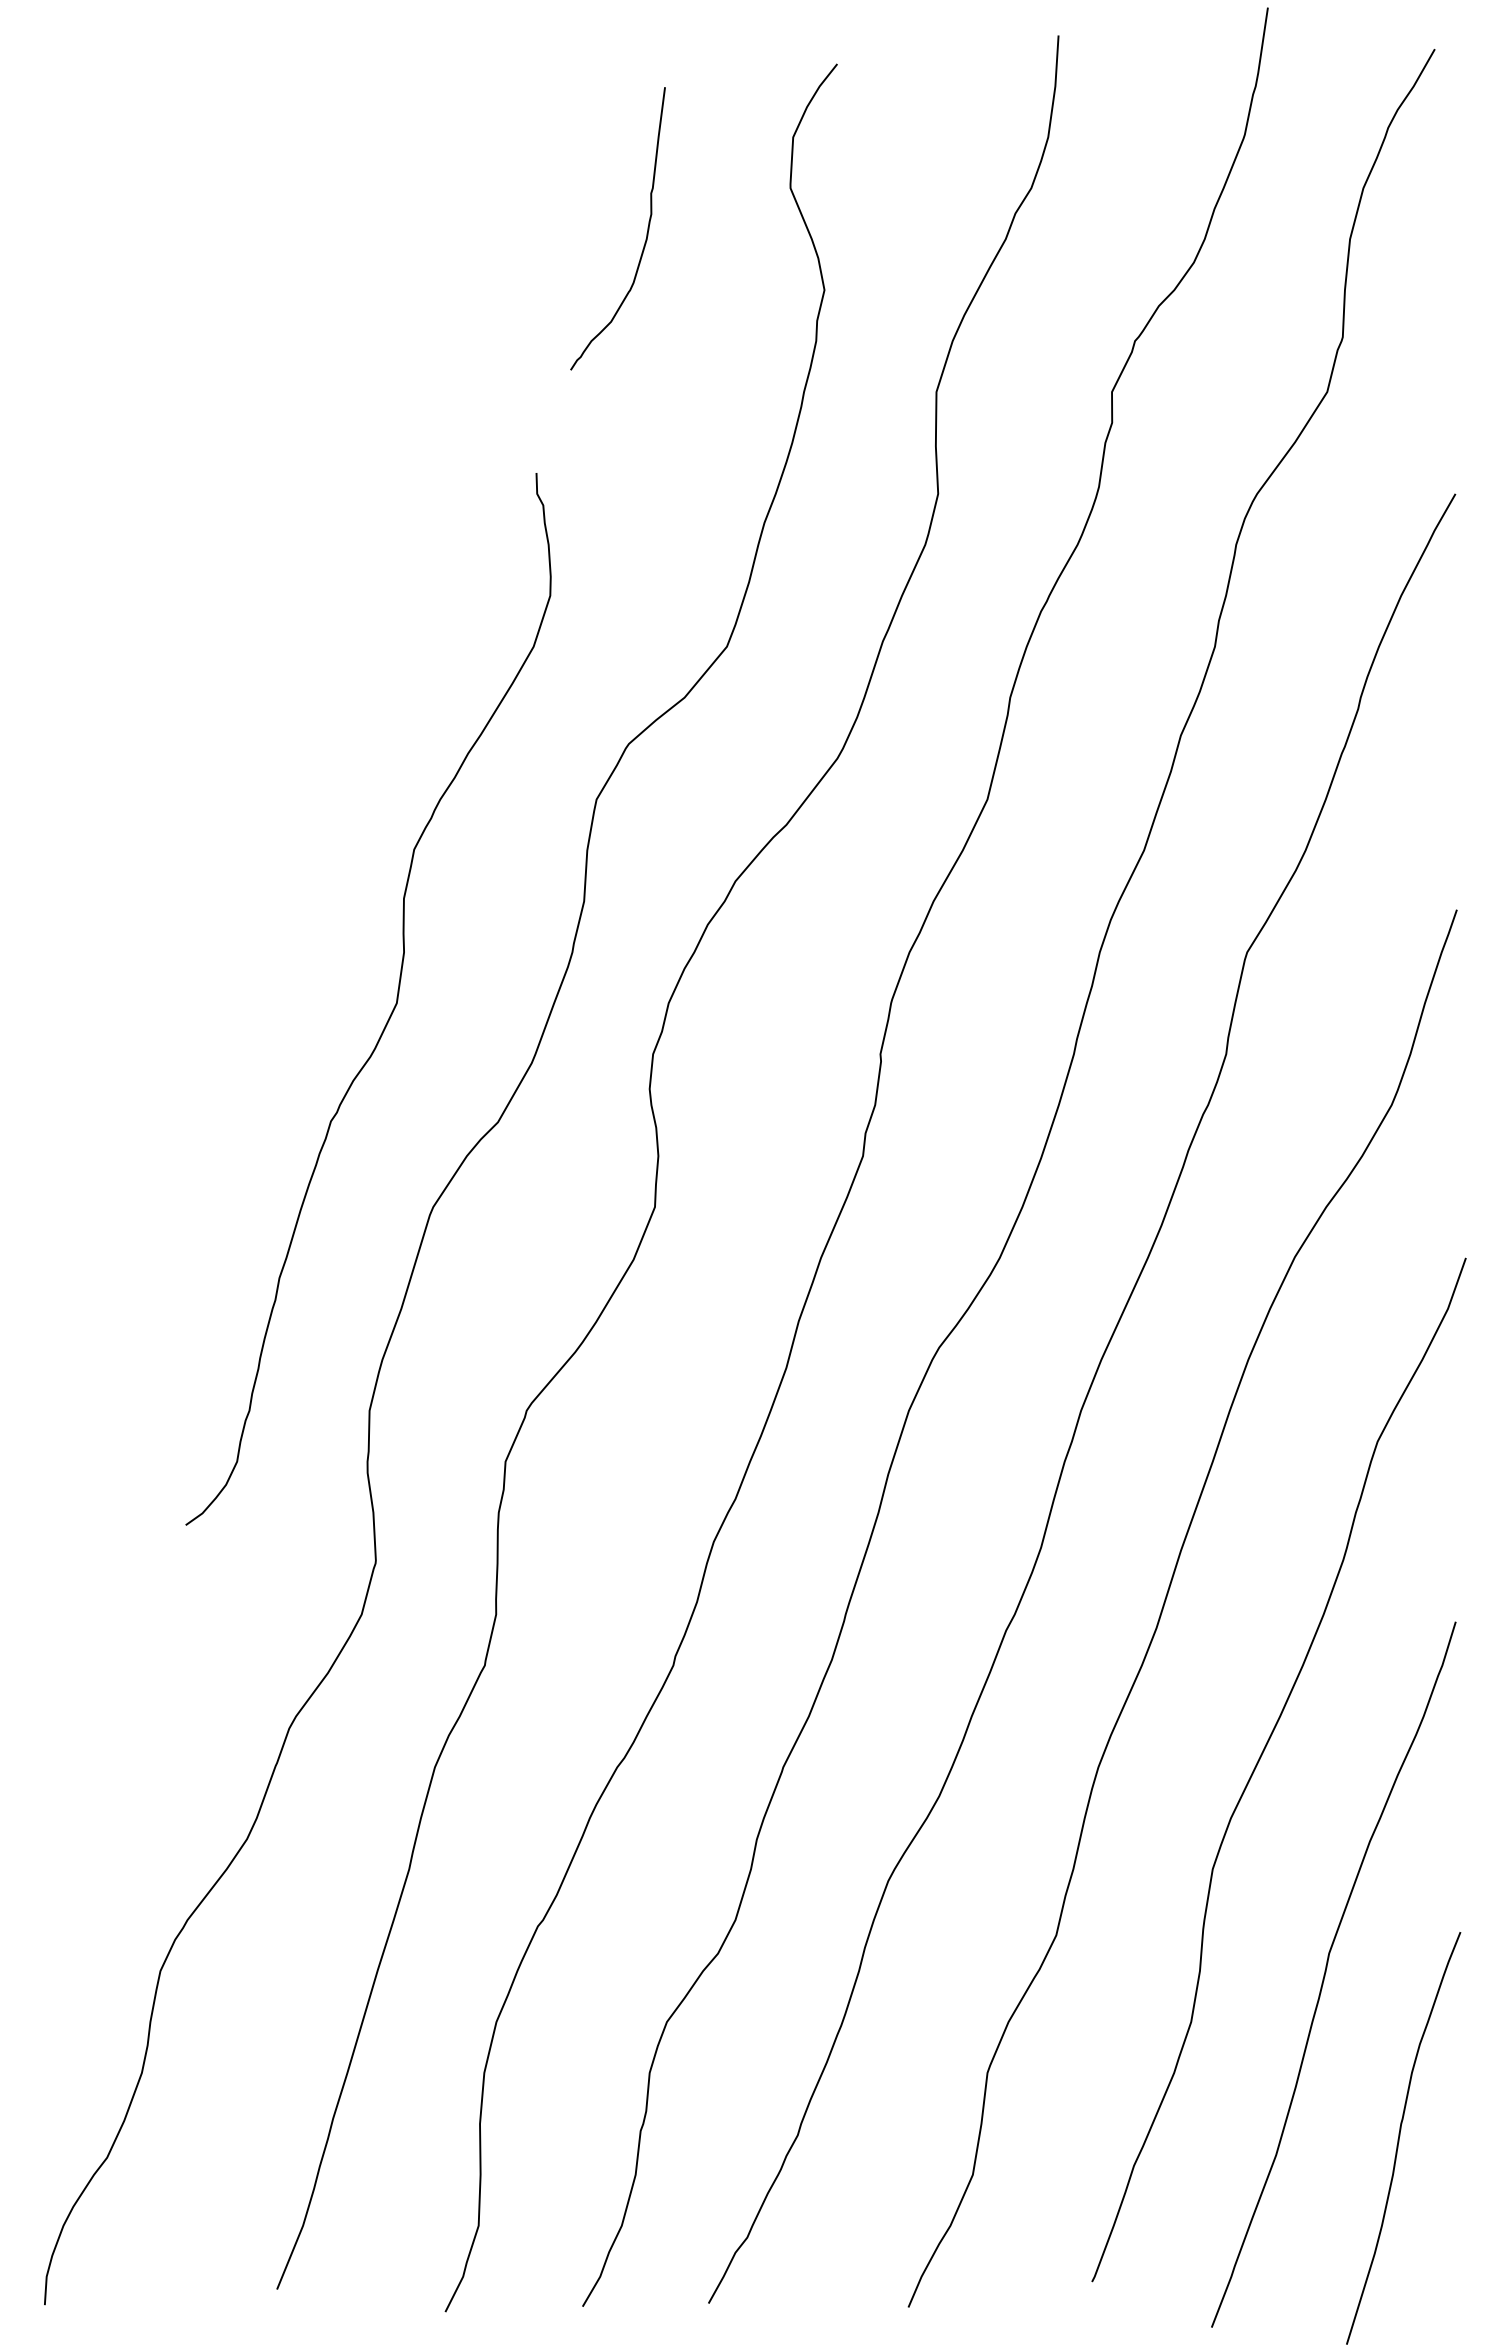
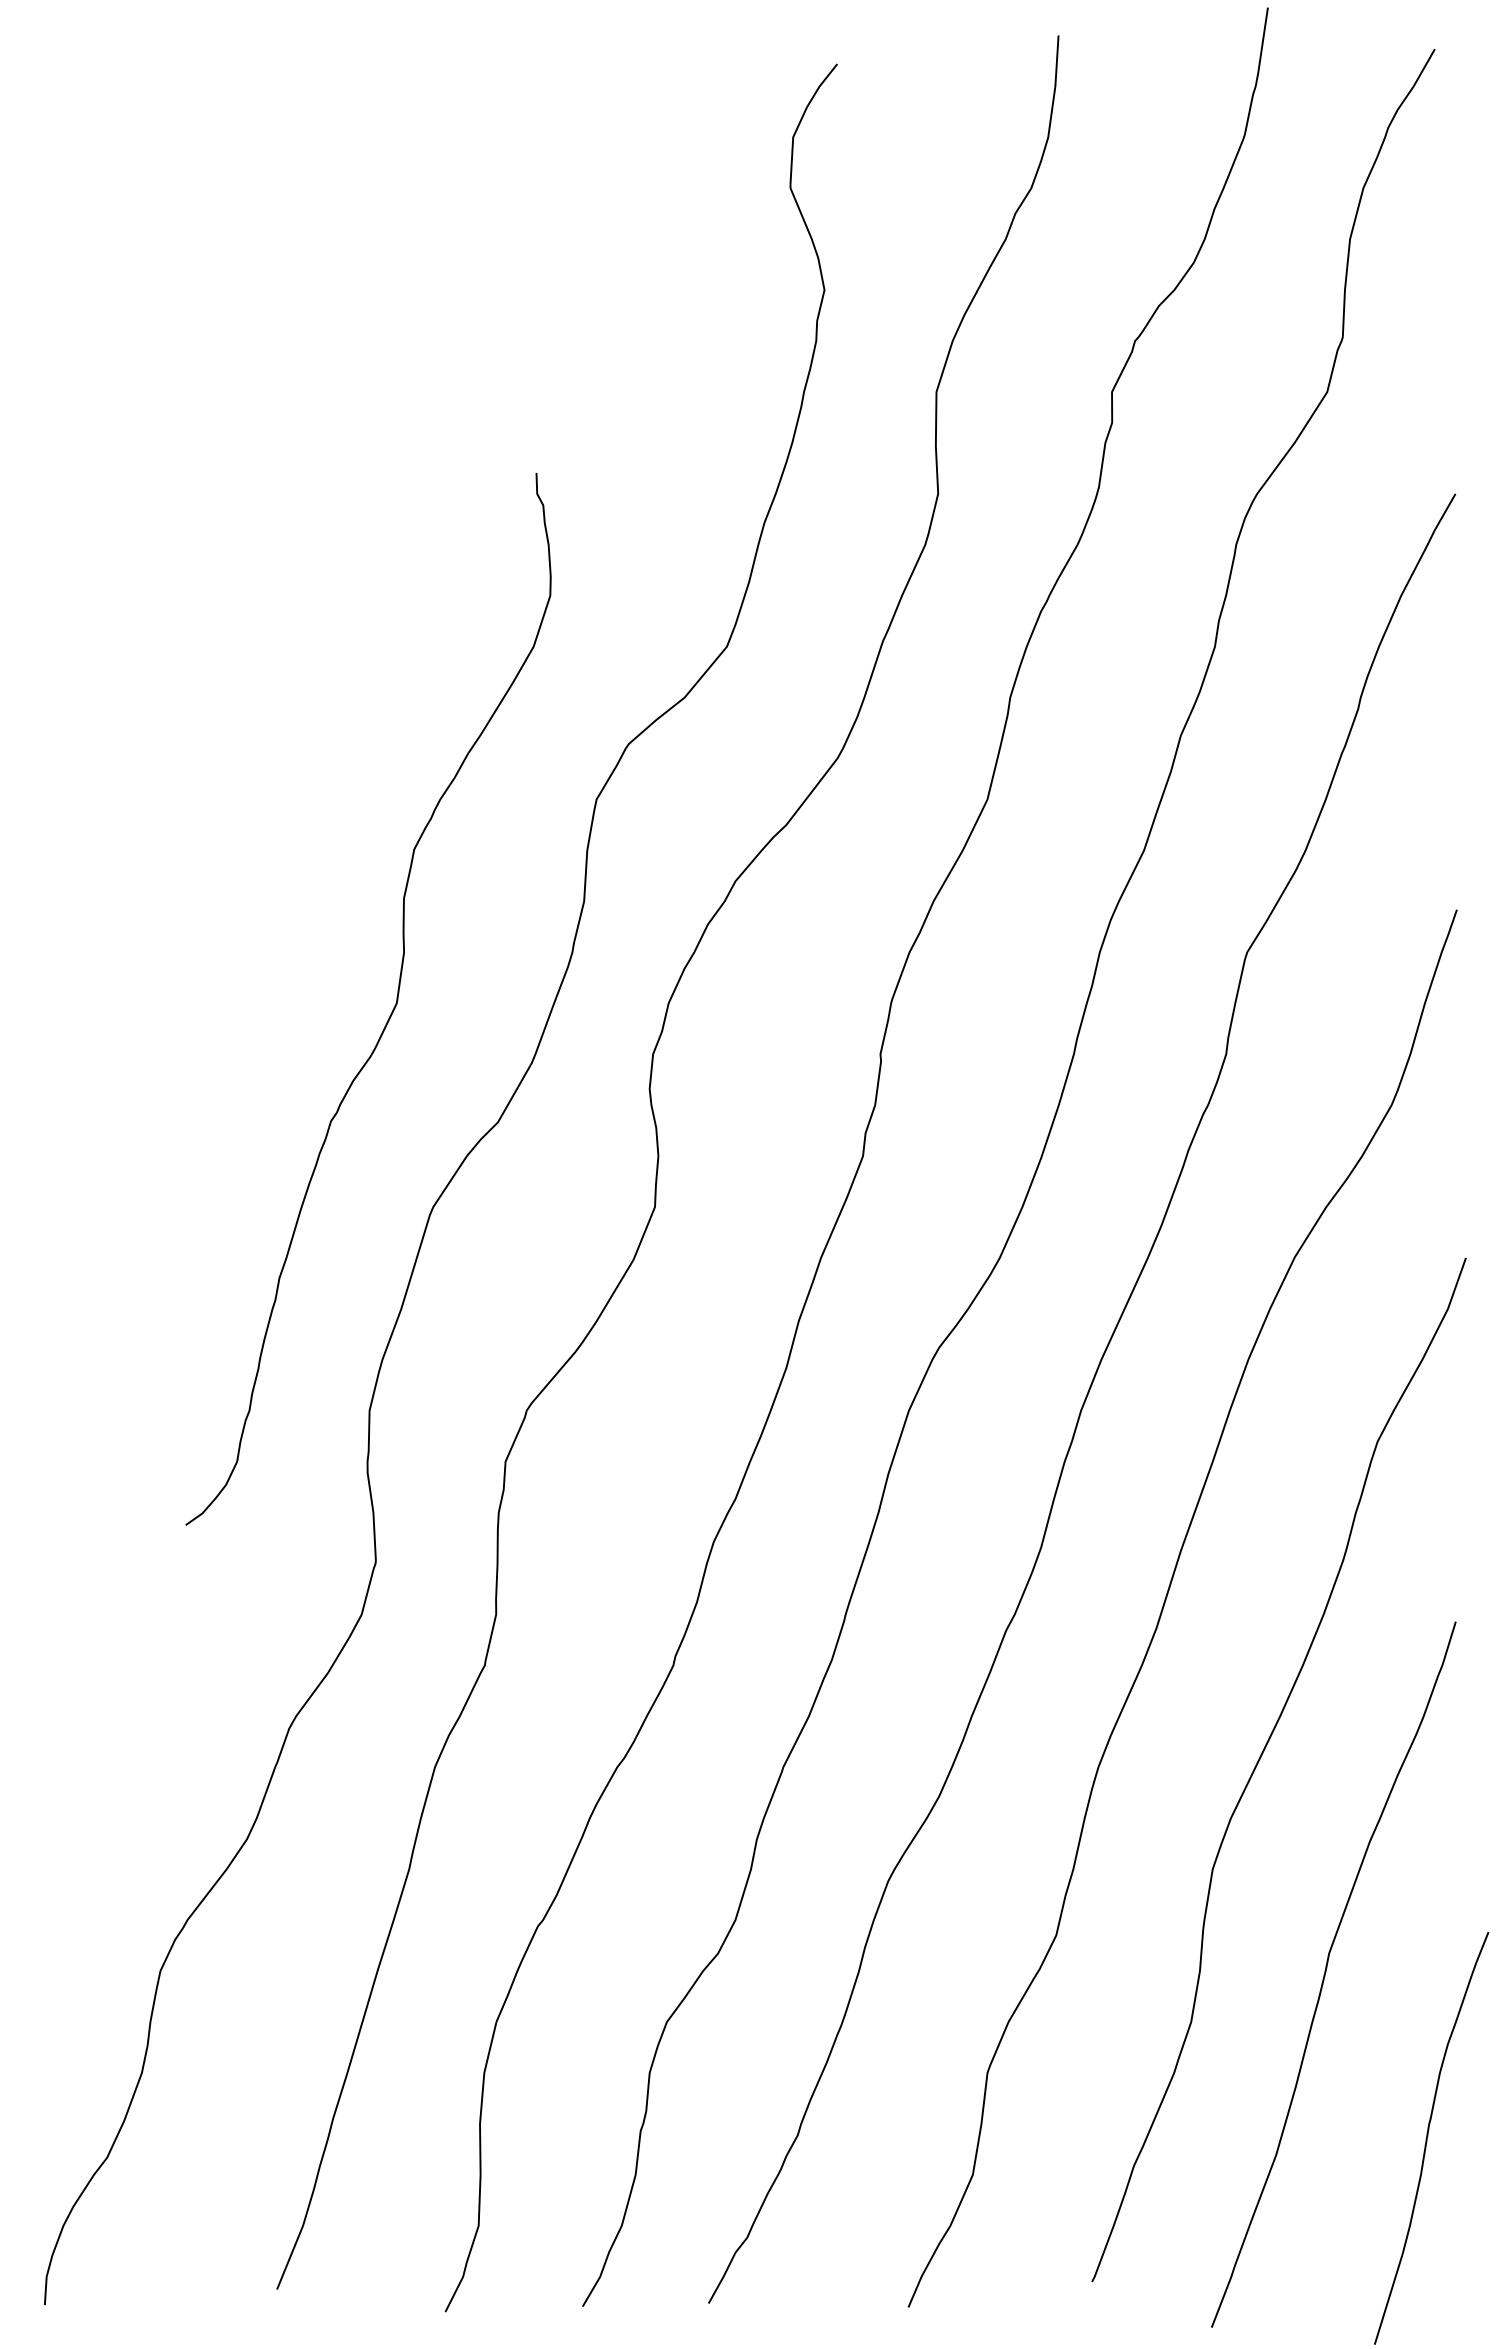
curve at (646, 233): present -> none
curve at (1400, 2136) position: (1400, 2136) -> (1428, 2136)
